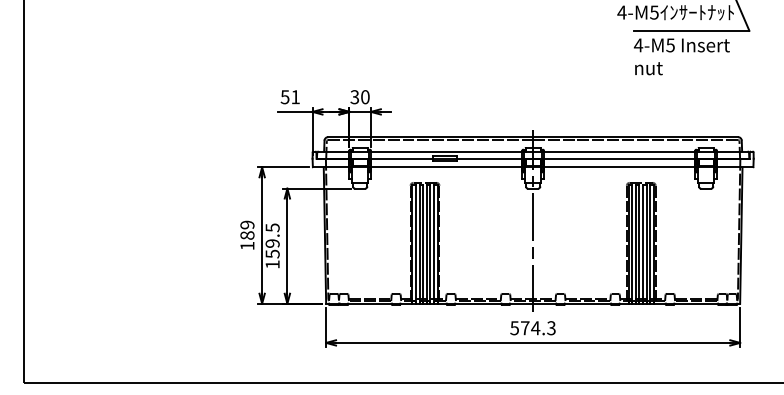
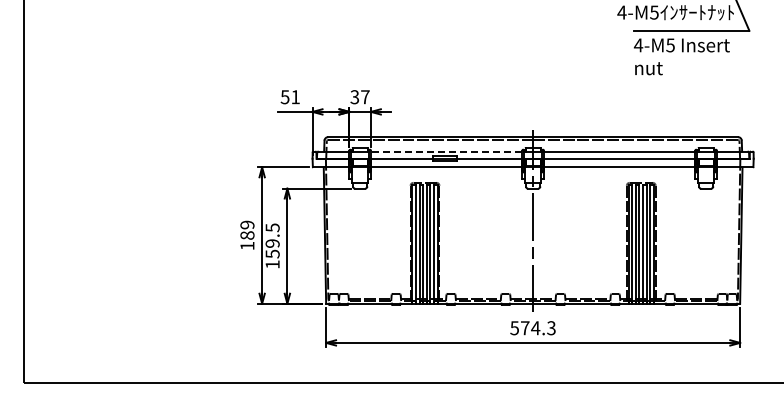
text at (365, 97): 30 -> 37
line at (446, 151): solid -> dashed
